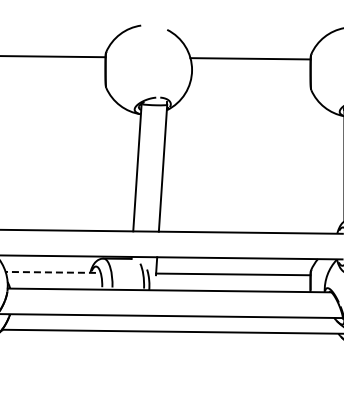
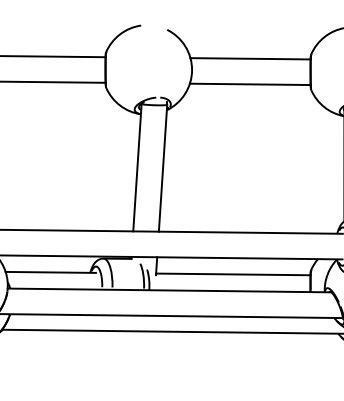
line at (53, 81): none -> present
line at (249, 84): none -> present
line at (50, 272): dashed -> solid
